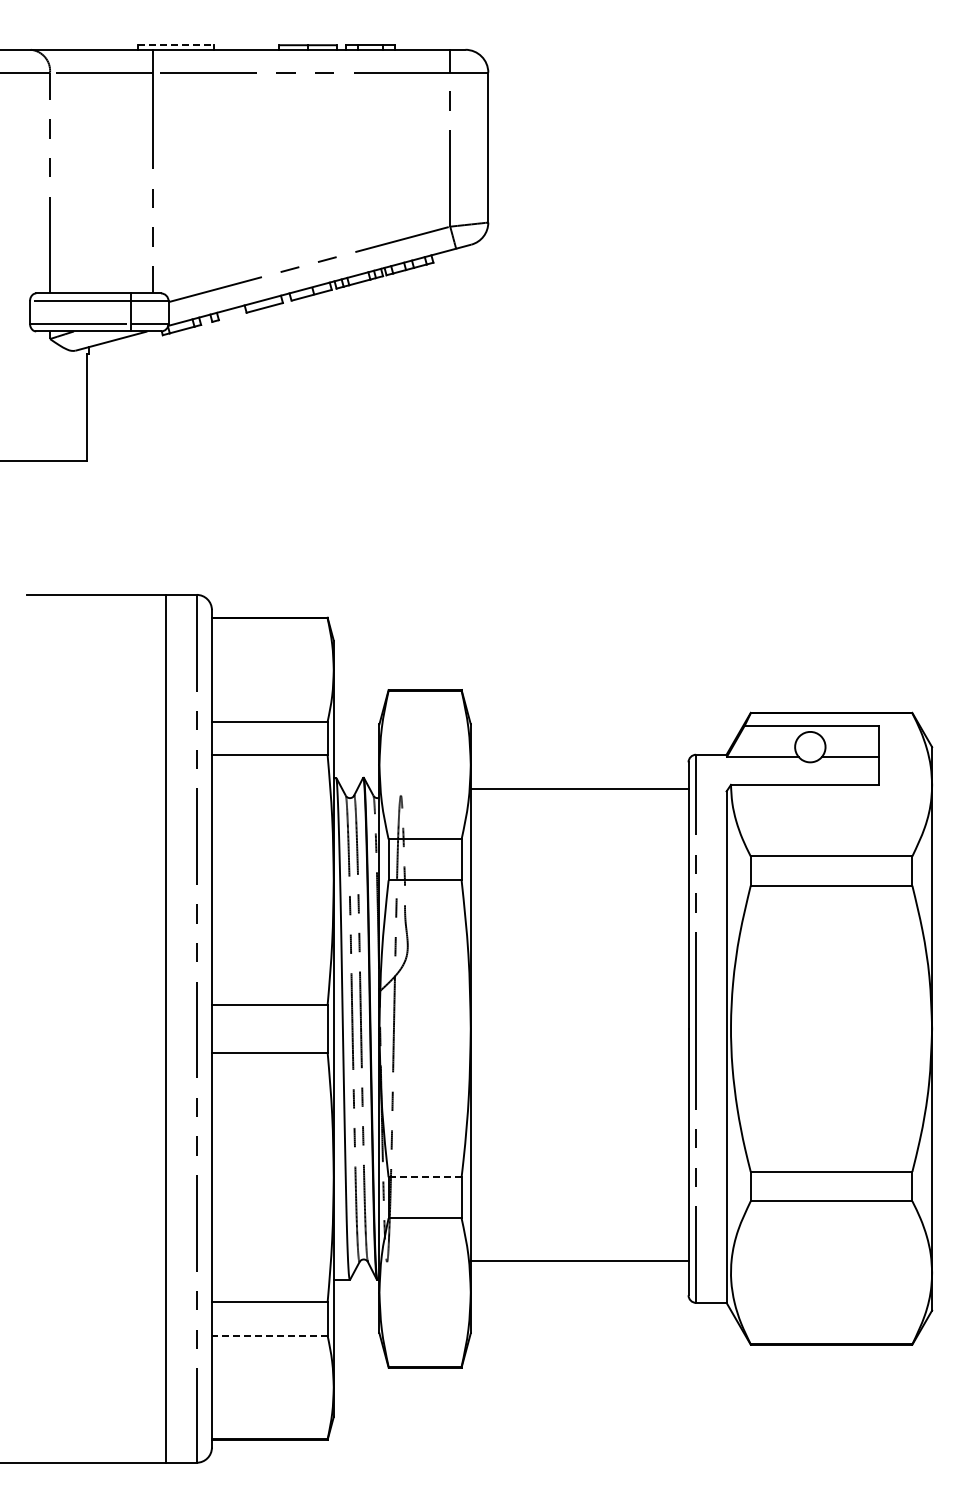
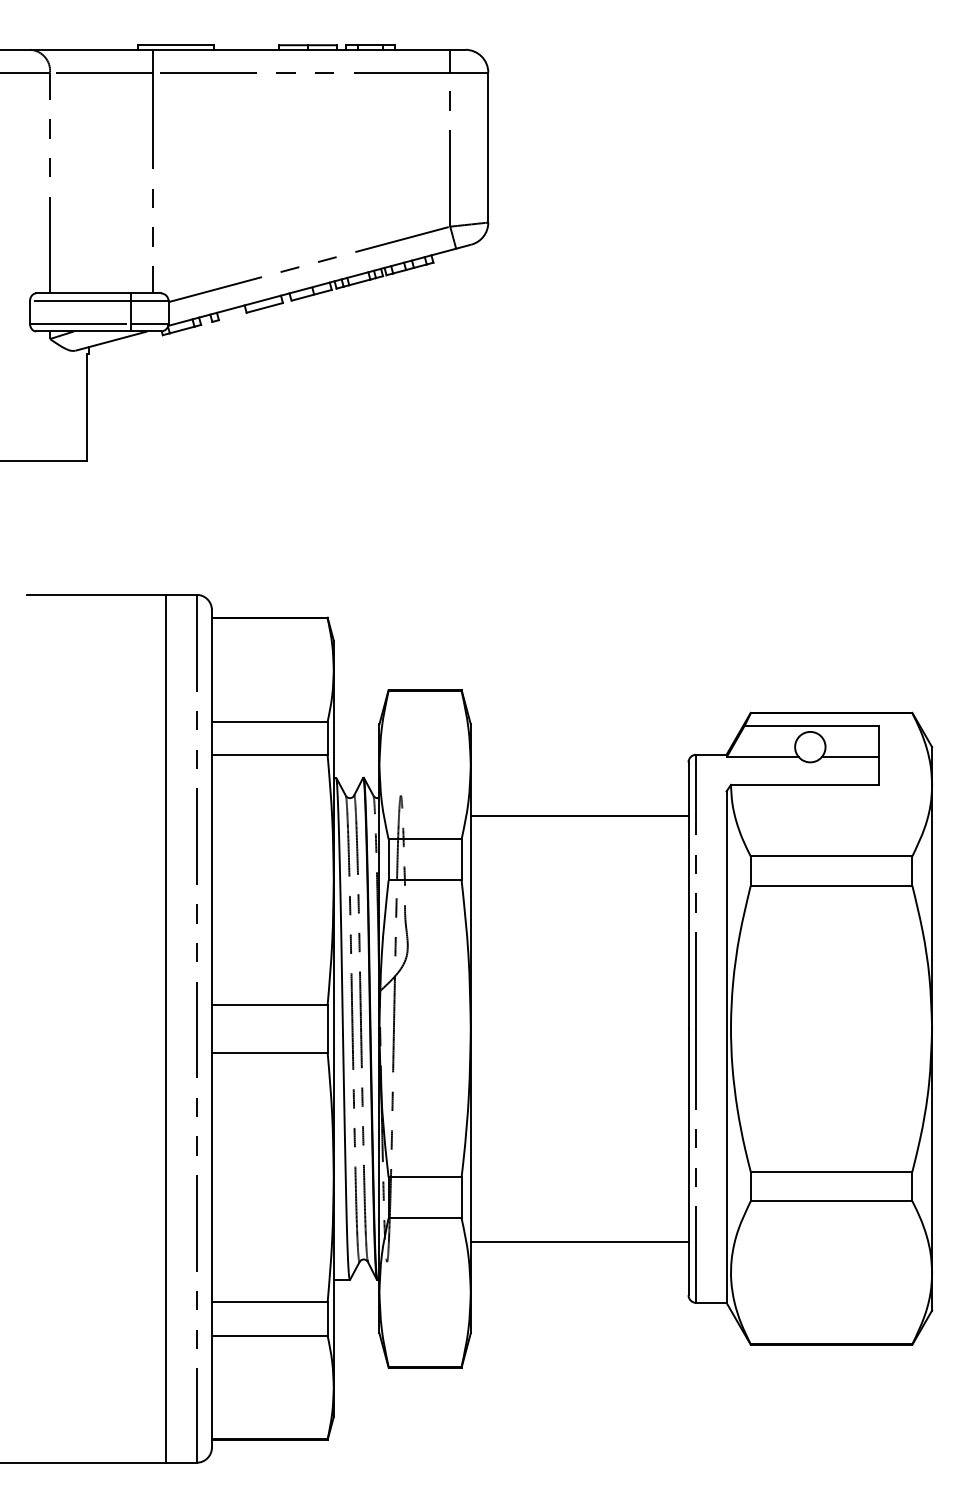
line at (176, 45): dashed -> solid
line at (579, 788) position: (579, 788) -> (579, 815)
line at (425, 1177): dashed -> solid
line at (579, 1260) position: (579, 1260) -> (579, 1241)
line at (269, 1335): dashed -> solid
